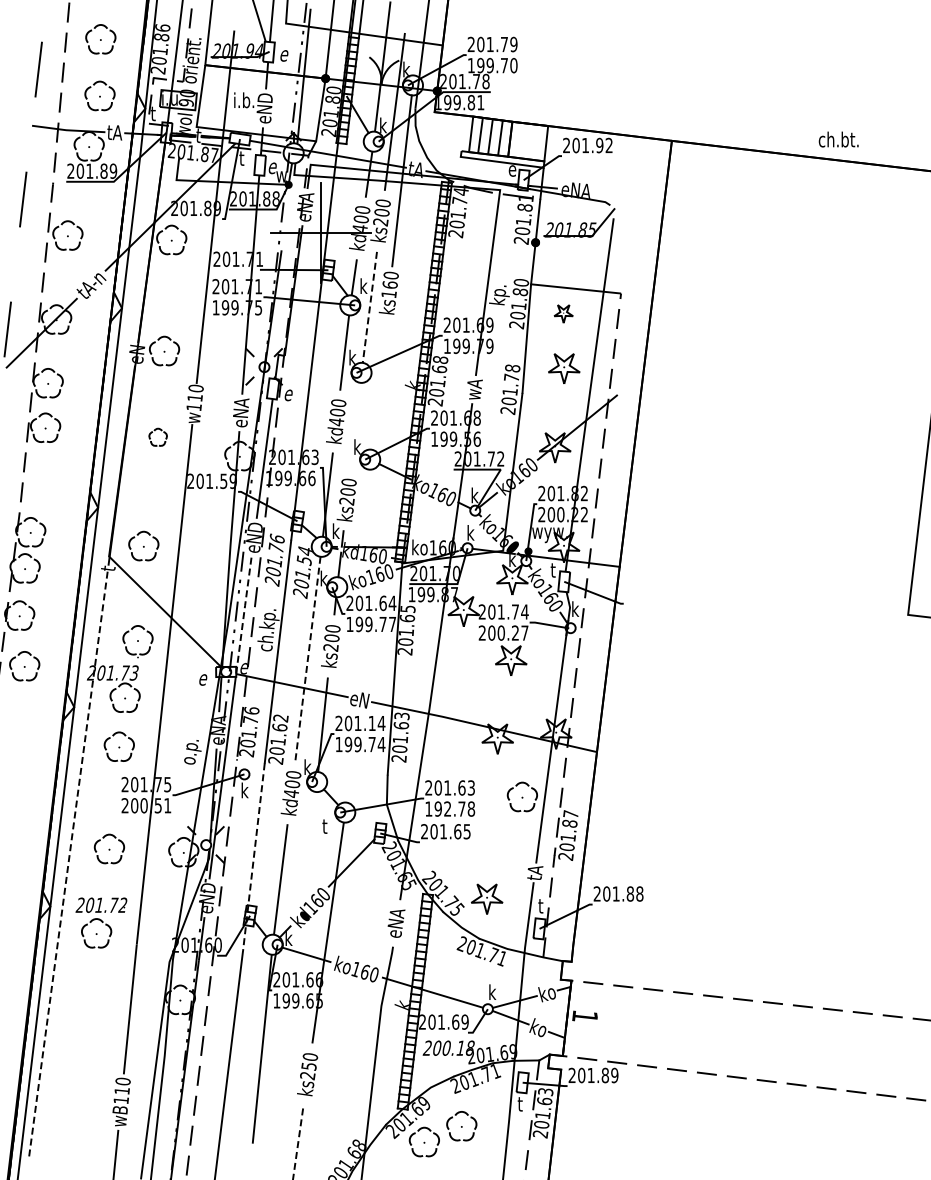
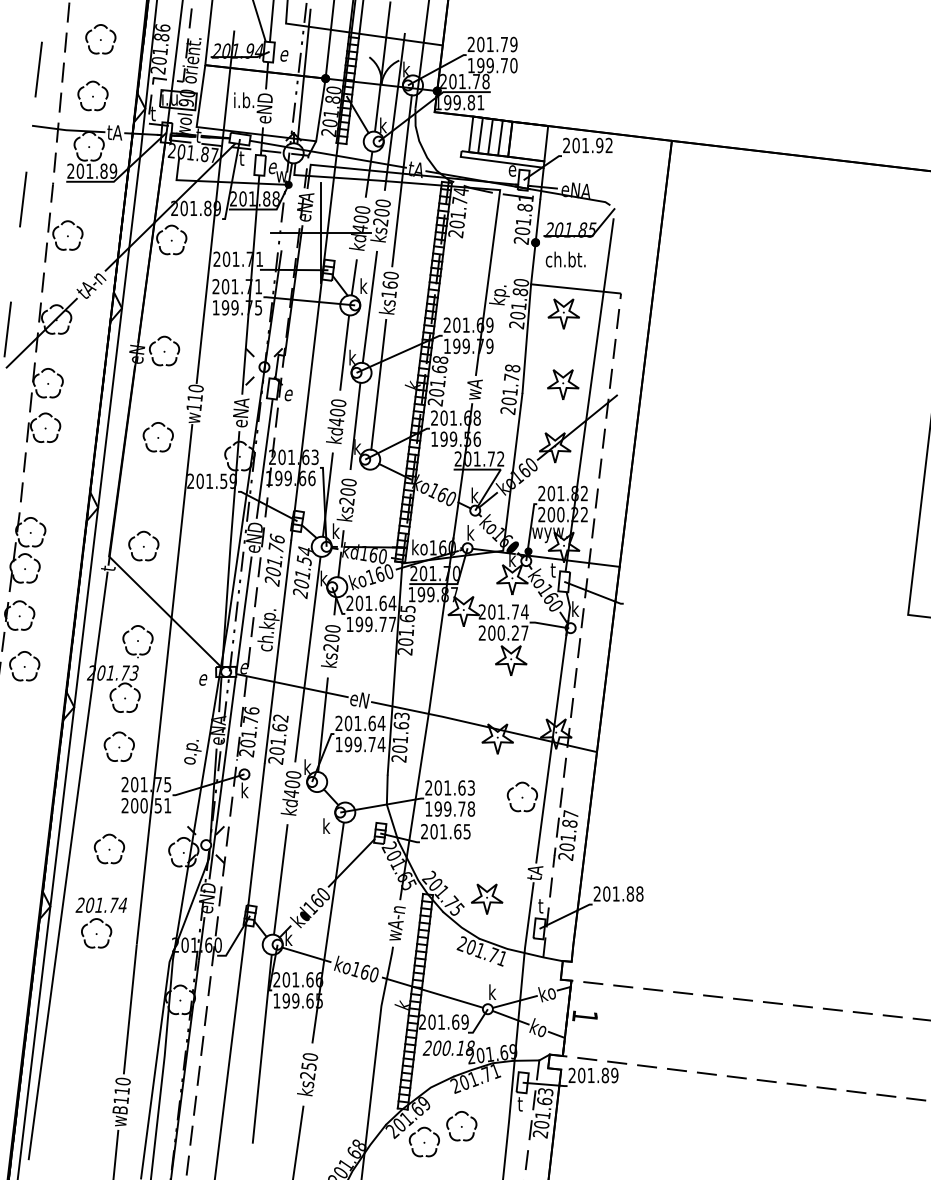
part at (99, 95) position: (99, 95) -> (92, 95)
text at (838, 139) position: (838, 139) -> (565, 259)
line at (369, 307): dashed -> solid
part at (563, 313) size: 21x20 px -> 33x32 px
part at (564, 368) position: (564, 368) -> (563, 384)
line at (378, 384): none -> present
line at (355, 425): none -> present
part at (157, 436) size: 20x20 px -> 32x31 px
line at (243, 614): dashed -> solid
line at (307, 659): dashed -> solid
text at (371, 723): 201.14 -> 201.64
text at (447, 808): 192.78 -> 199.78
text at (326, 825): t -> k
line at (253, 857): dashed -> solid
line at (68, 865): dashed -> solid
text at (122, 904): 201.72 -> 201.74
text at (396, 923): eNA -> wA-n
line at (298, 1142): dashed -> solid
